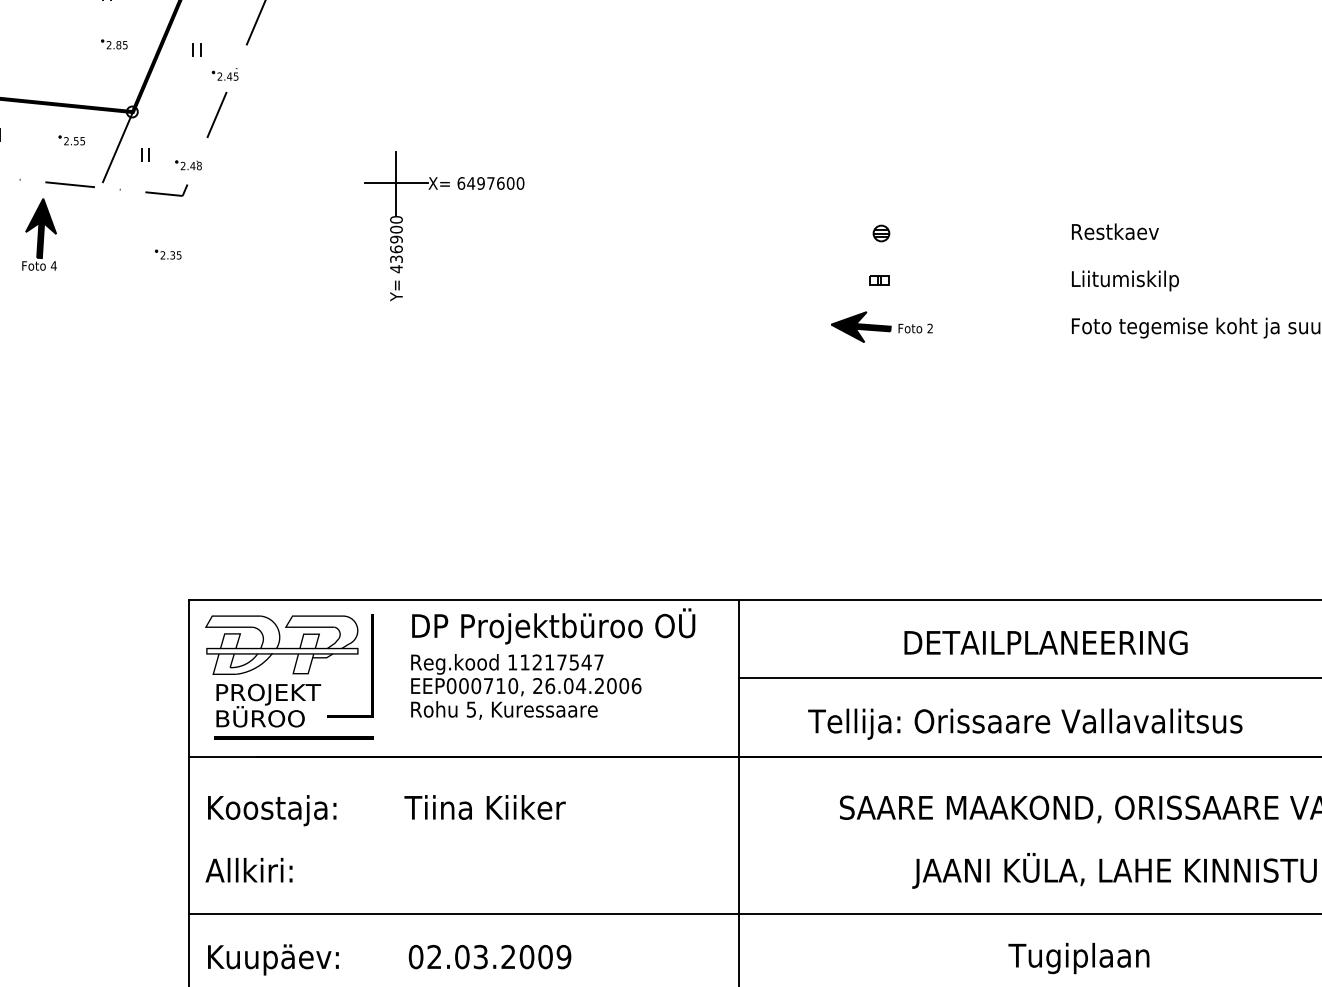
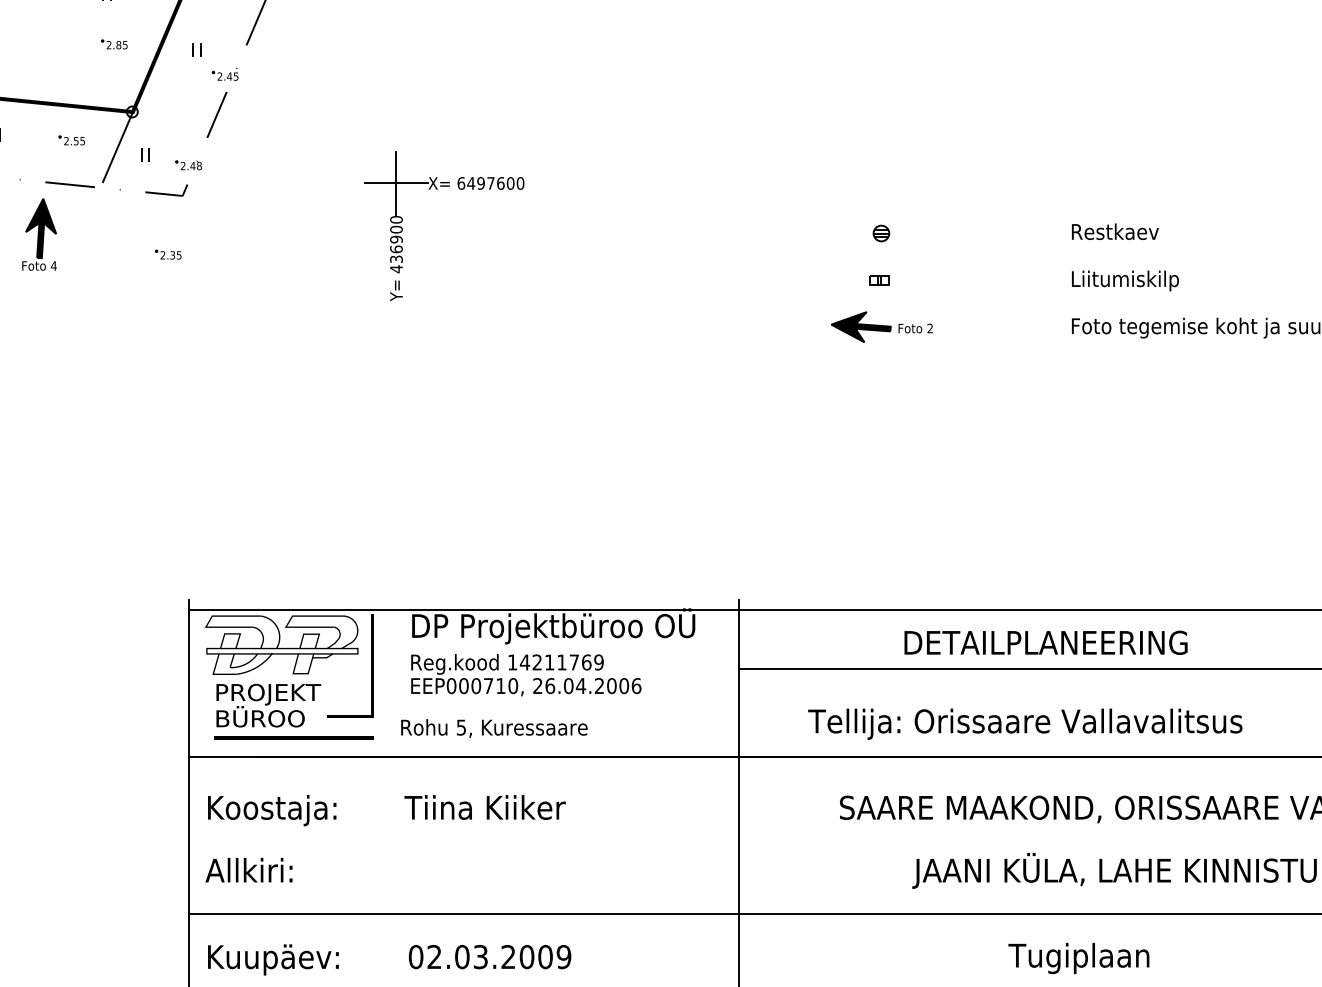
line at (753, 599) position: (753, 599) -> (753, 609)
text at (561, 662): 11217547 -> 14211769
line at (1028, 678) position: (1028, 678) -> (1028, 669)
text at (504, 710) position: (504, 710) -> (494, 728)
